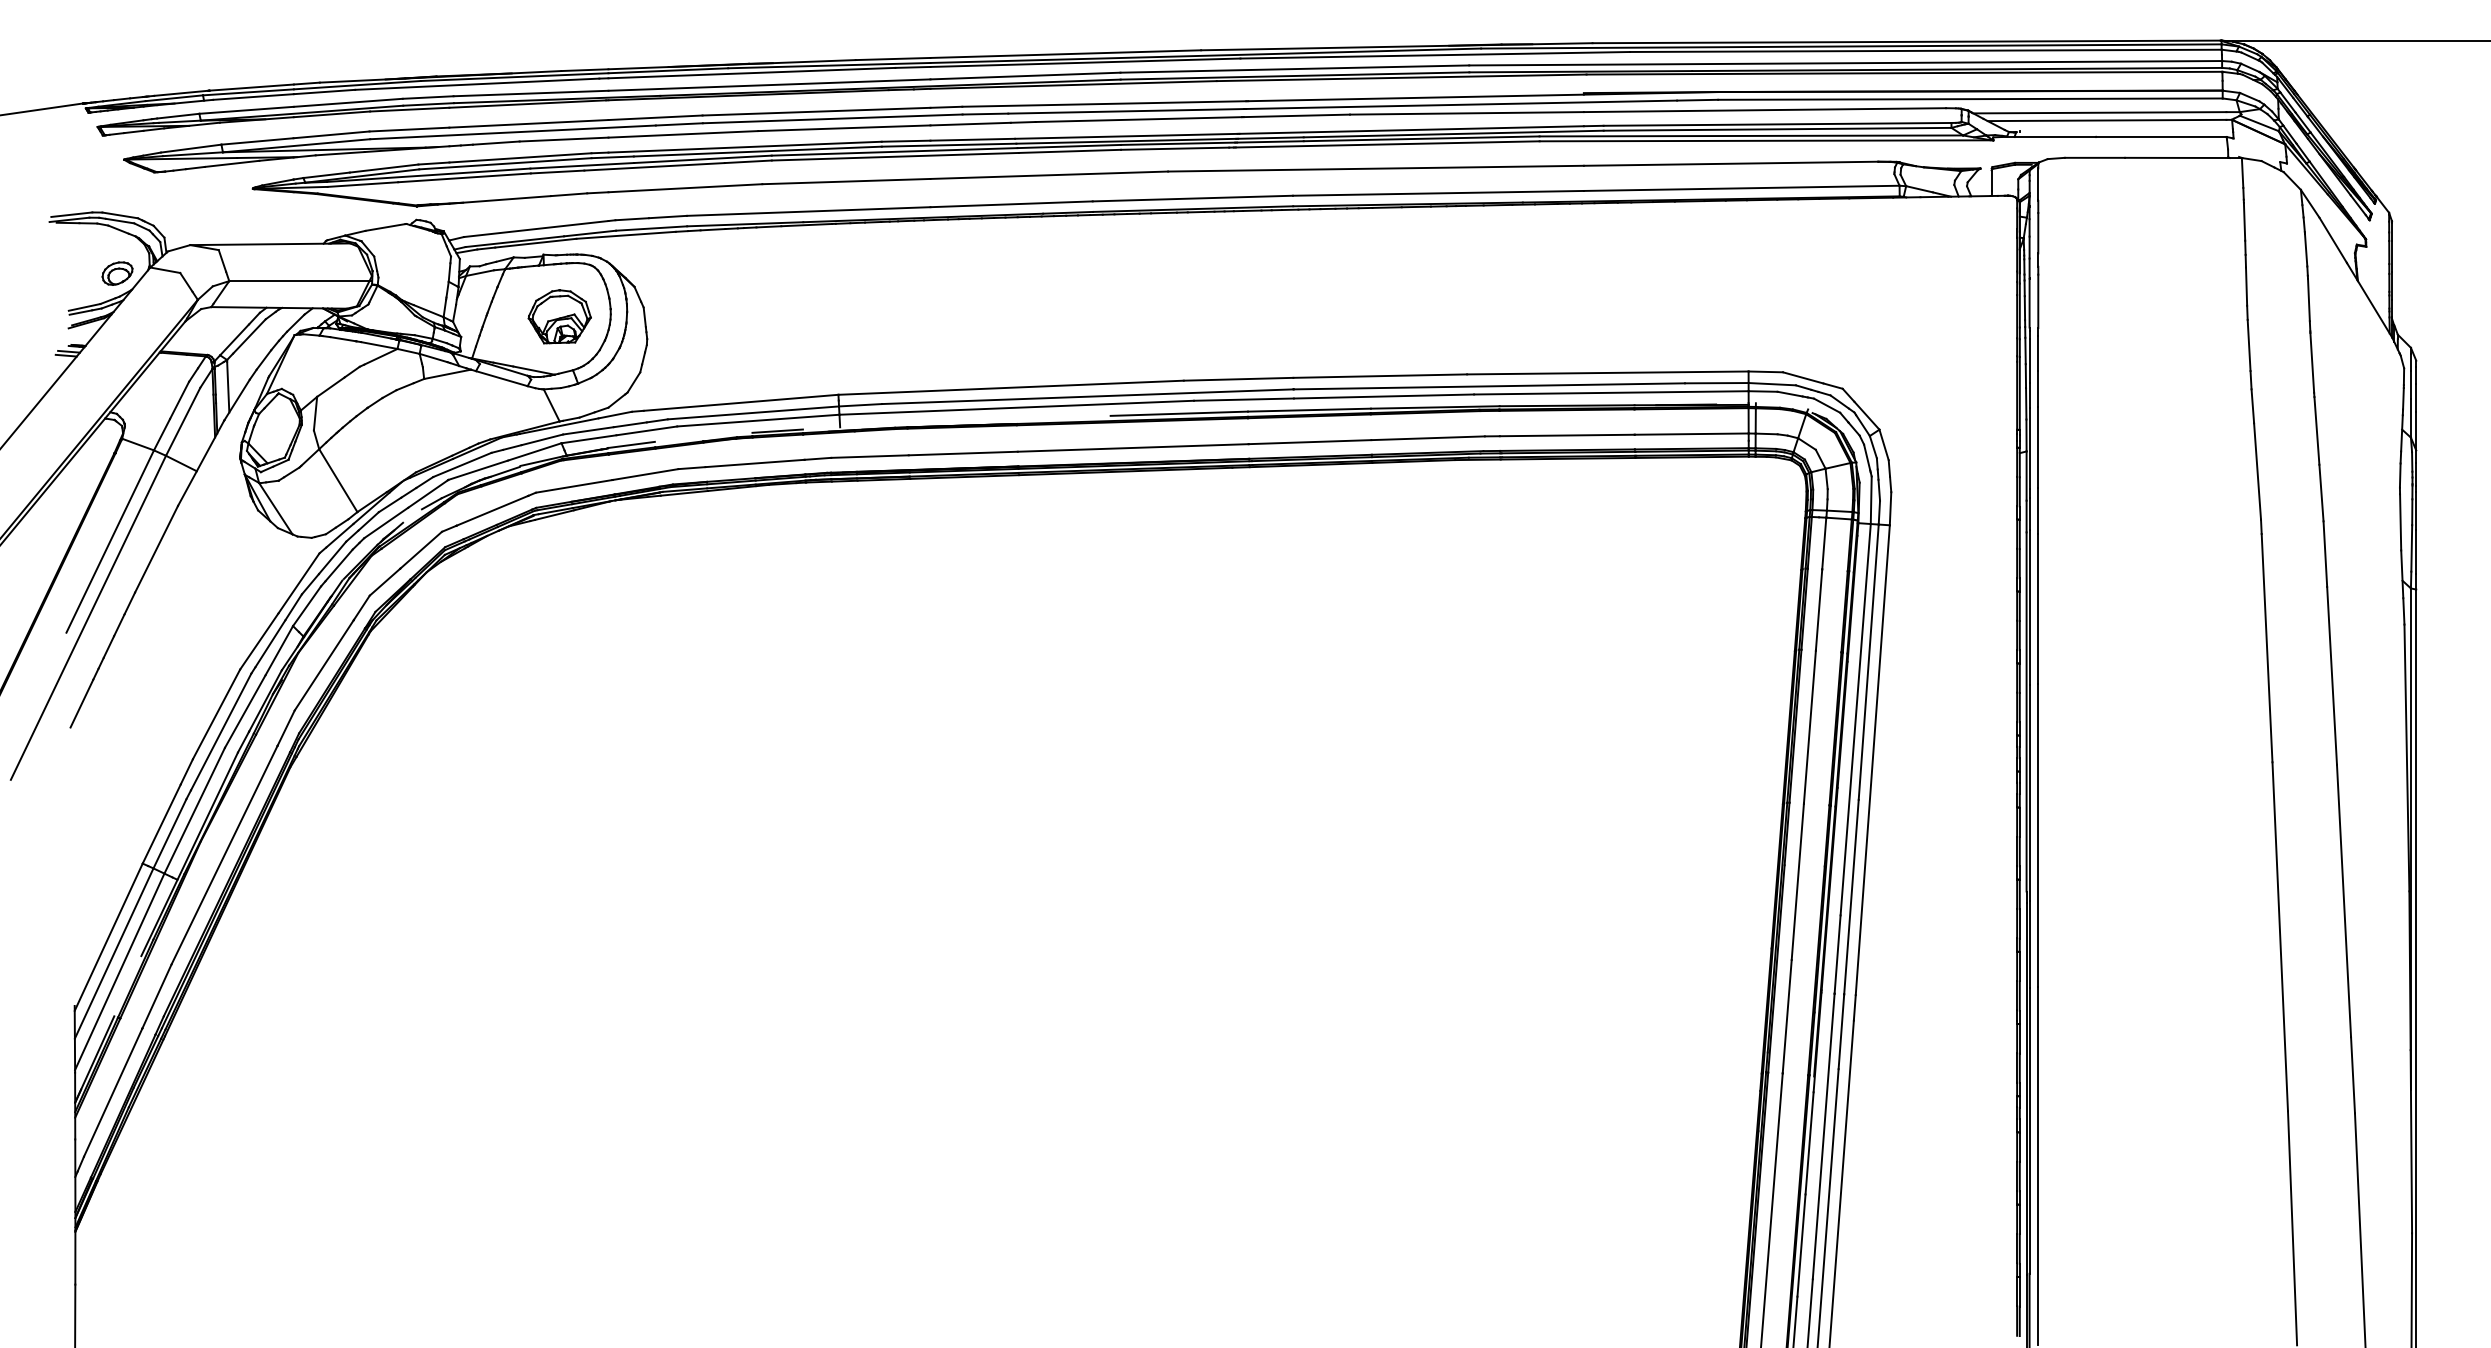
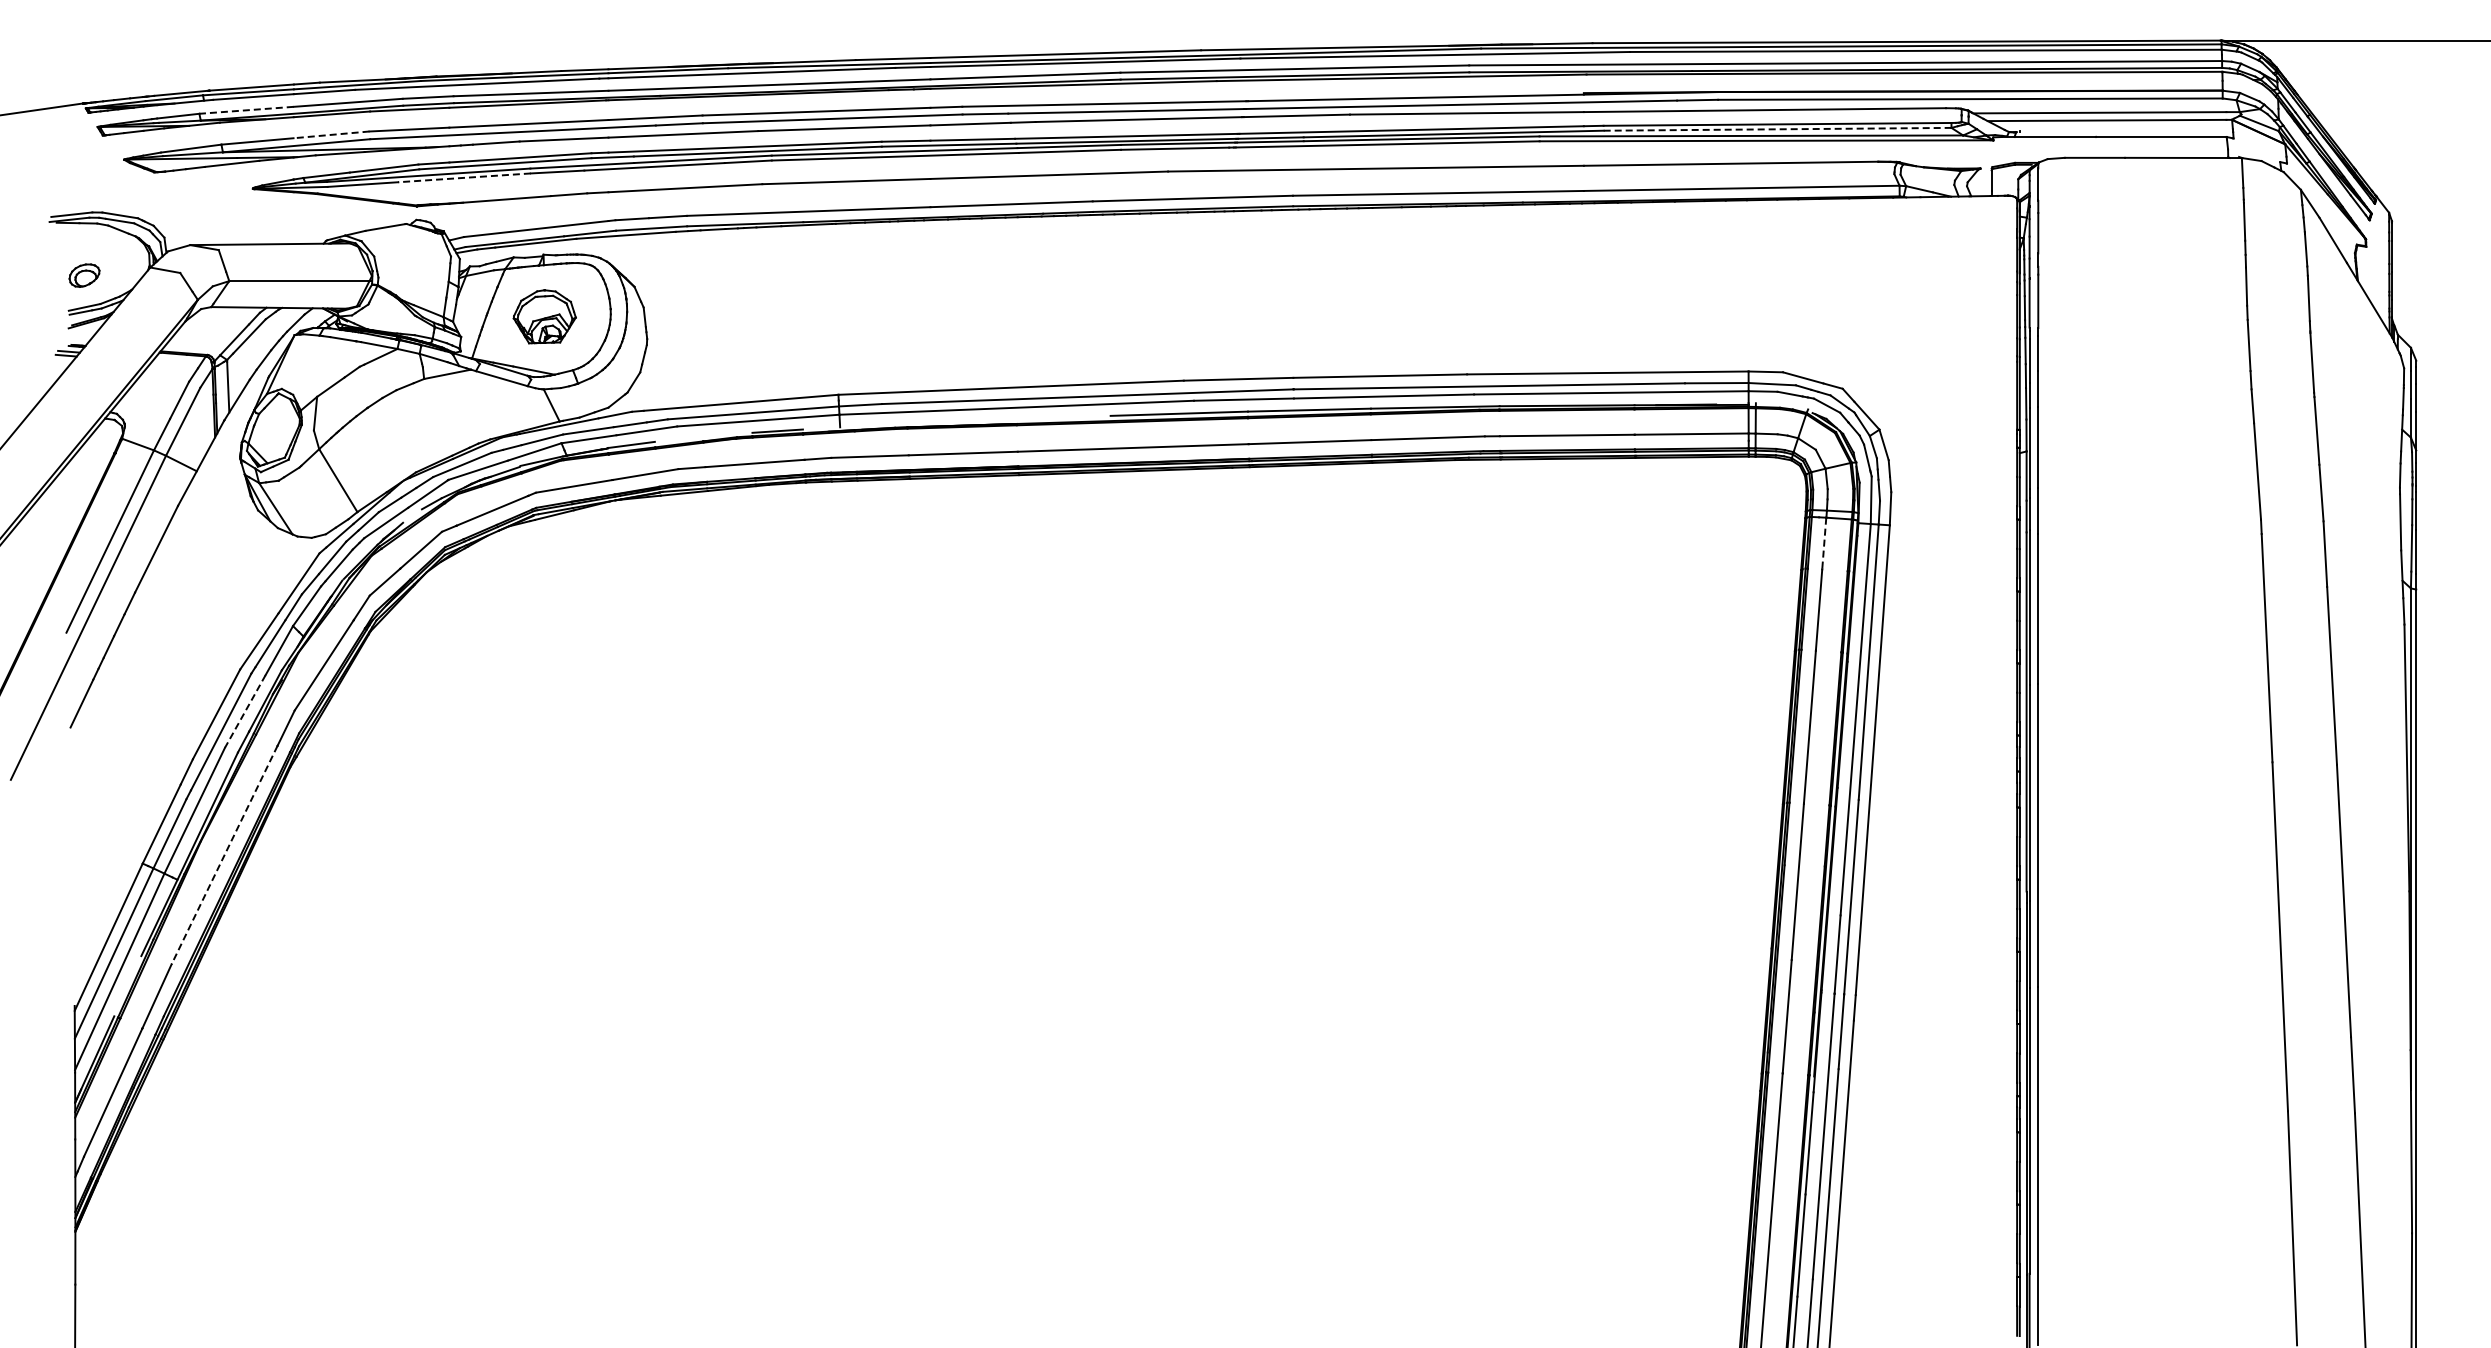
line at (246, 110): solid -> dashed
line at (1777, 129): solid -> dashed
line at (331, 134): solid -> dashed
line at (464, 177): solid -> dashed
part at (117, 273) position: (117, 273) -> (84, 275)
part at (559, 316) position: (559, 316) -> (544, 316)
line at (1824, 543): solid -> dashed
line at (245, 711): solid -> dashed
line at (224, 855): solid -> dashed
